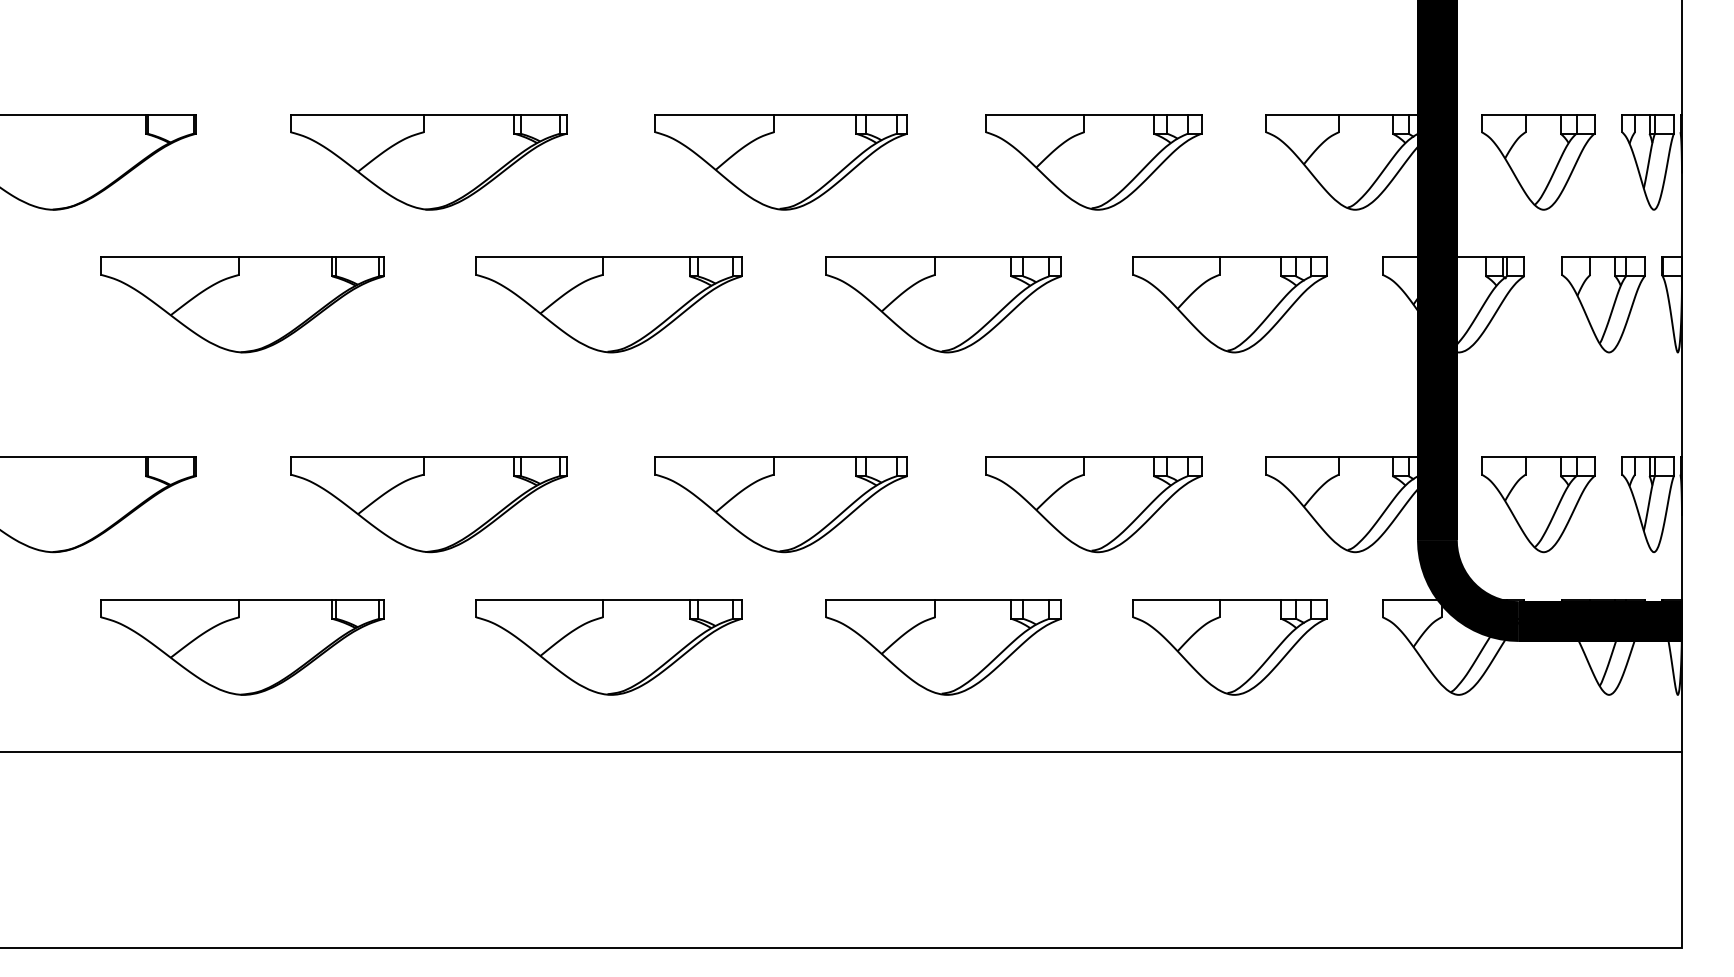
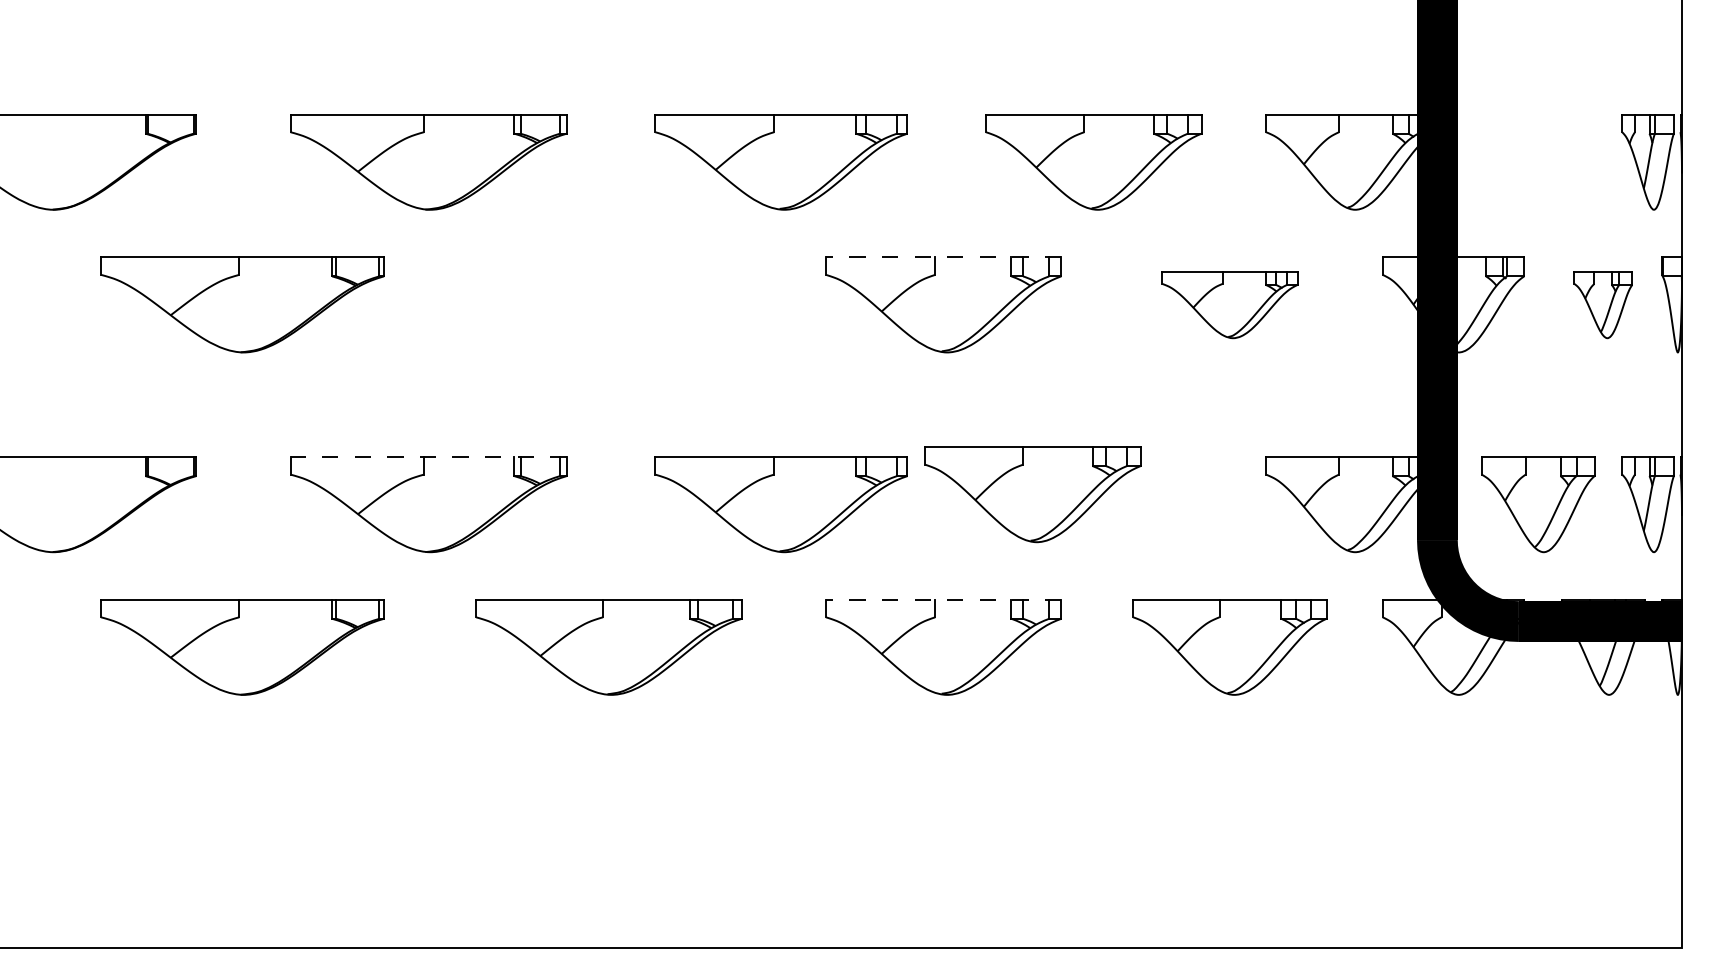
part at (1538, 162): present -> none
line at (943, 257): solid -> dashed
part at (608, 304): present -> none
part at (1229, 304) size: 196x98 px -> 138x69 px
part at (1603, 304) size: 85x98 px -> 60x69 px
line at (428, 457): solid -> dashed
part at (1093, 504) position: (1093, 504) -> (1032, 494)
line at (943, 599): solid -> dashed
line at (841, 752): present -> none
